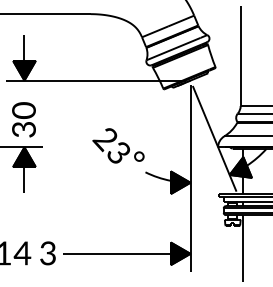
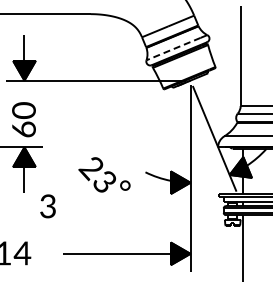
line at (173, 49): solid -> dashed
text at (23, 129): 30 -> 60
text at (118, 145) position: (118, 145) -> (104, 174)
text at (47, 253) position: (47, 253) -> (47, 206)
